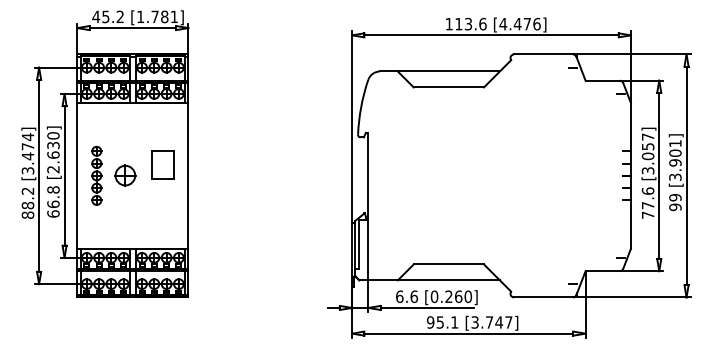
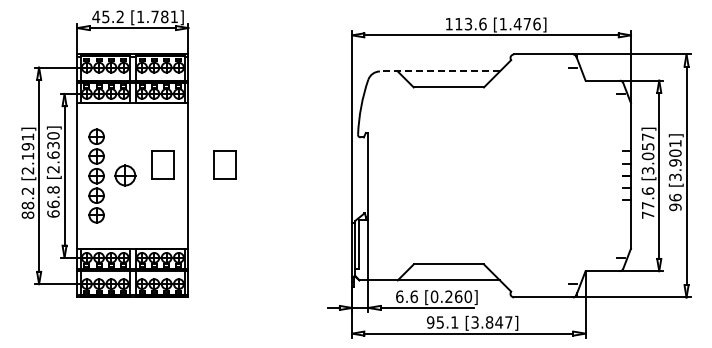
text at (503, 24): [4.476] -> [1.476]
line at (439, 71): solid -> dashed
text at (27, 153): [3.474] -> [2.191]
part at (224, 164): none -> present
part at (96, 175) size: 12x61 px -> 17x96 px
text at (675, 197): 99 -> 96
text at (489, 322): [3.747] -> [3.847]
